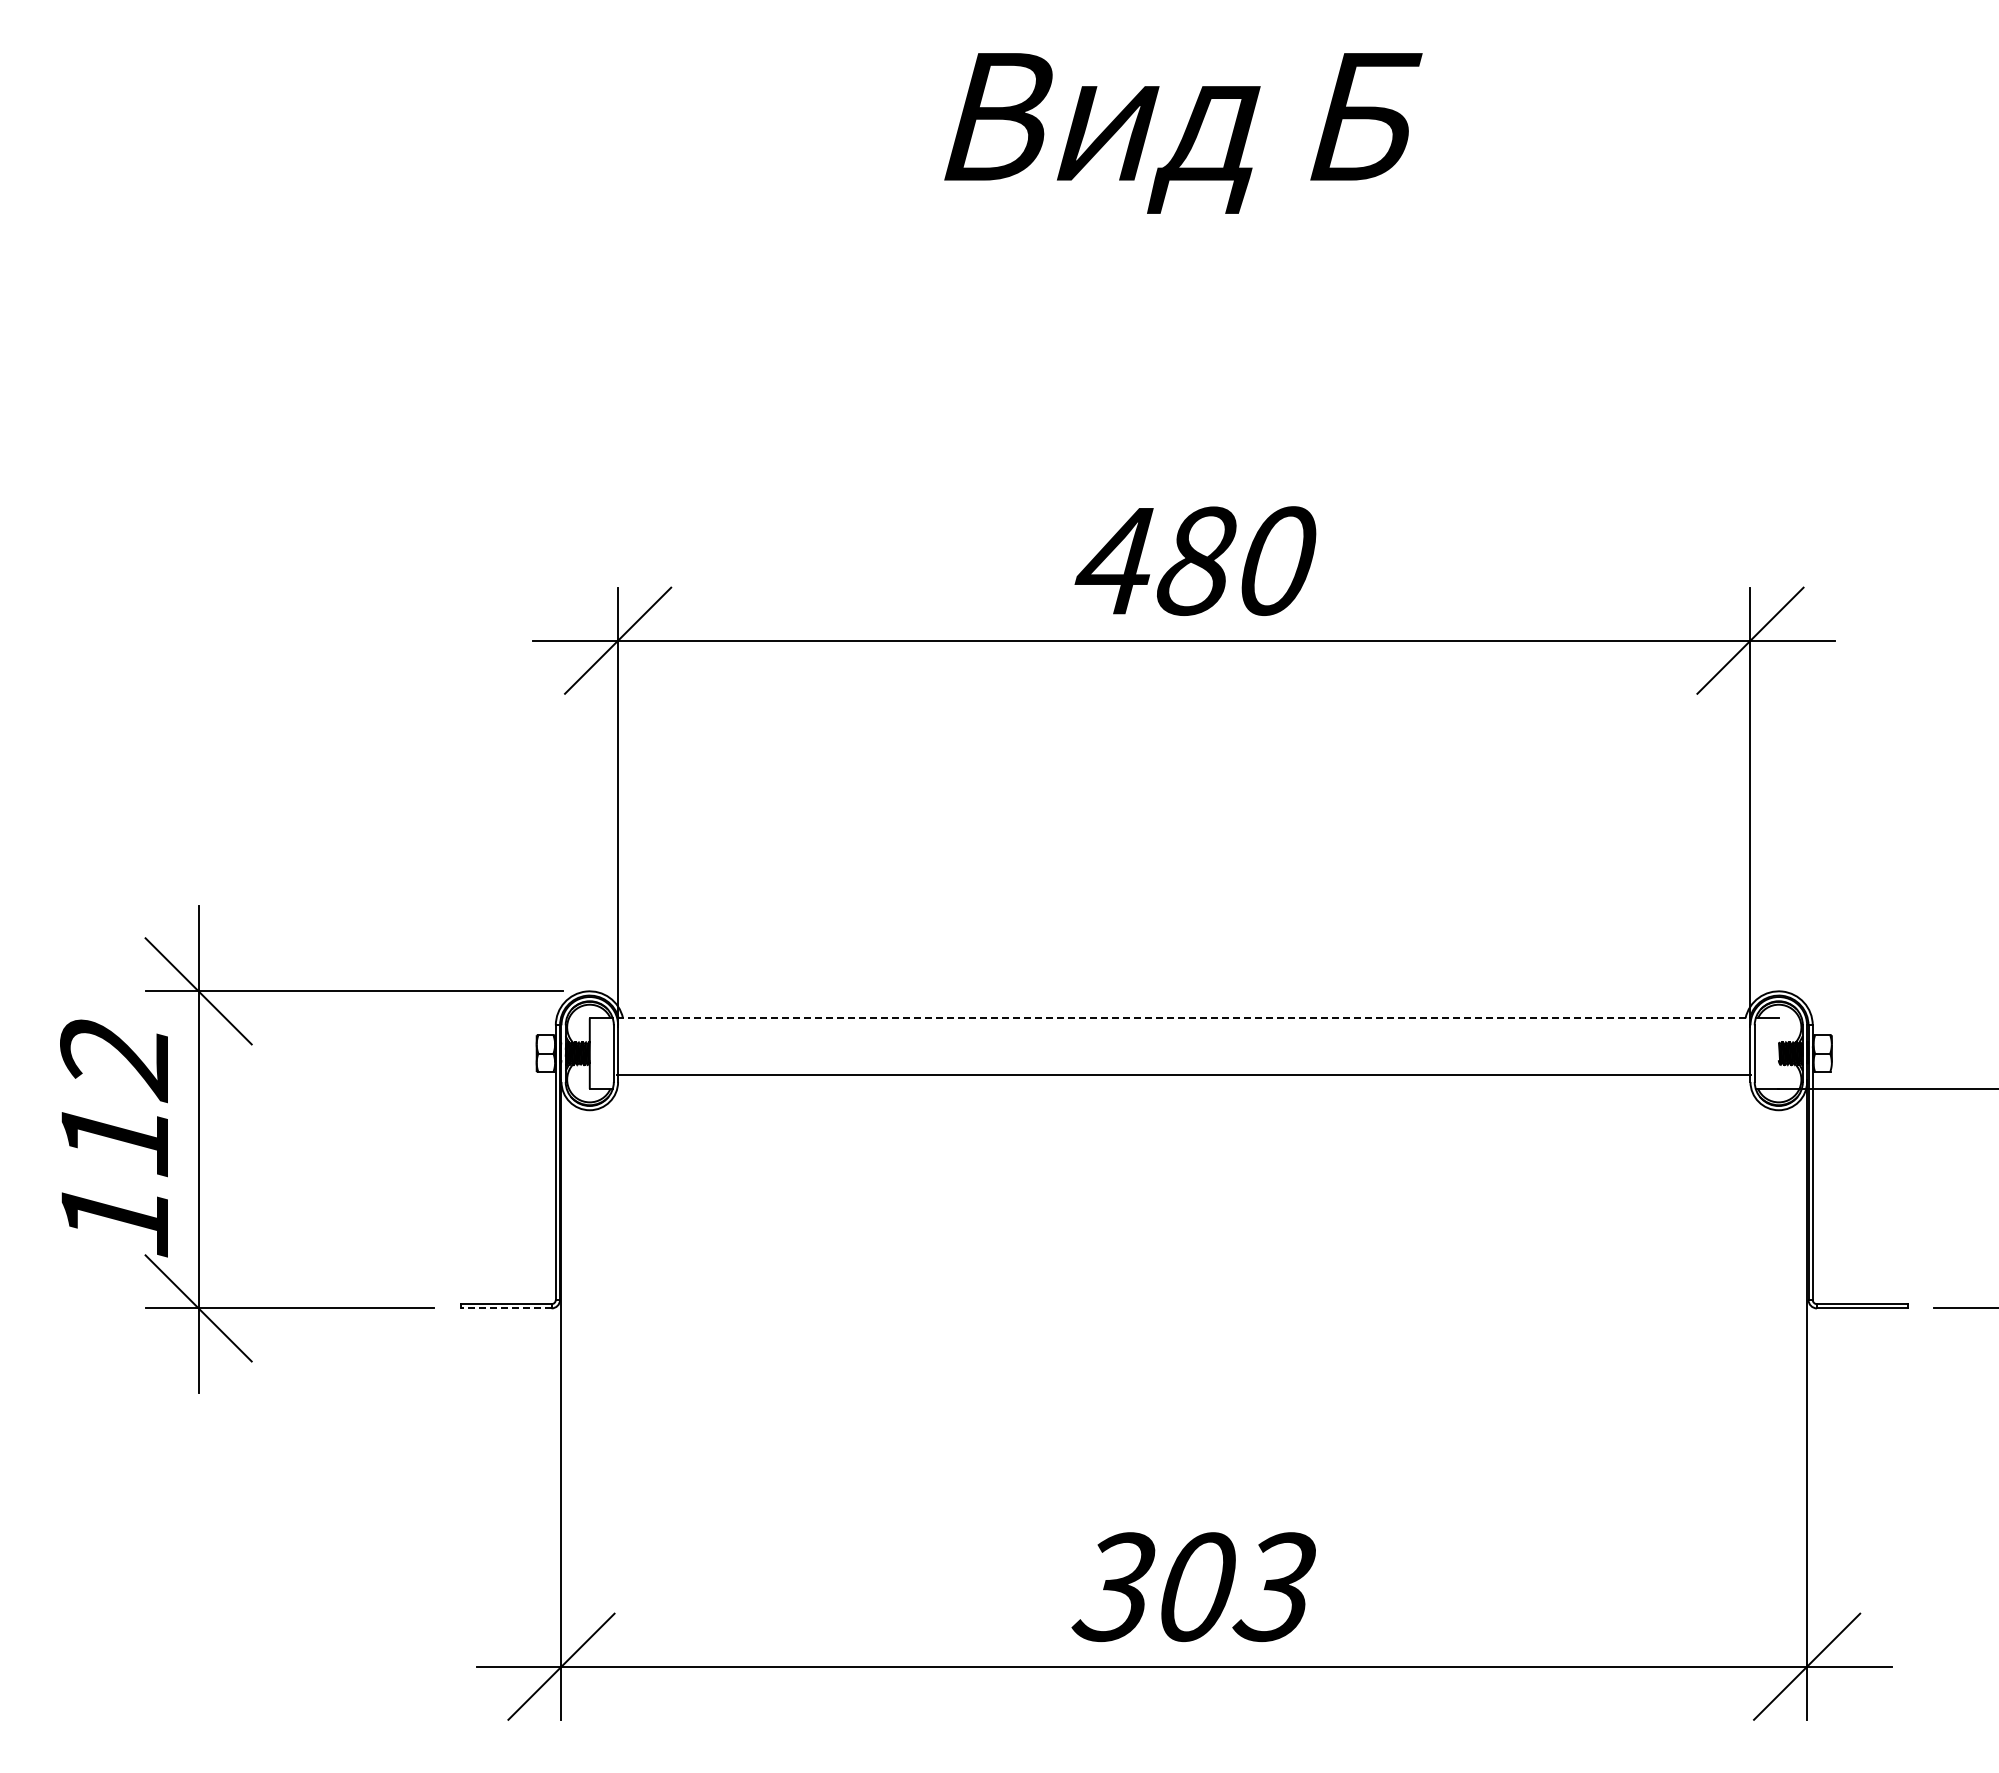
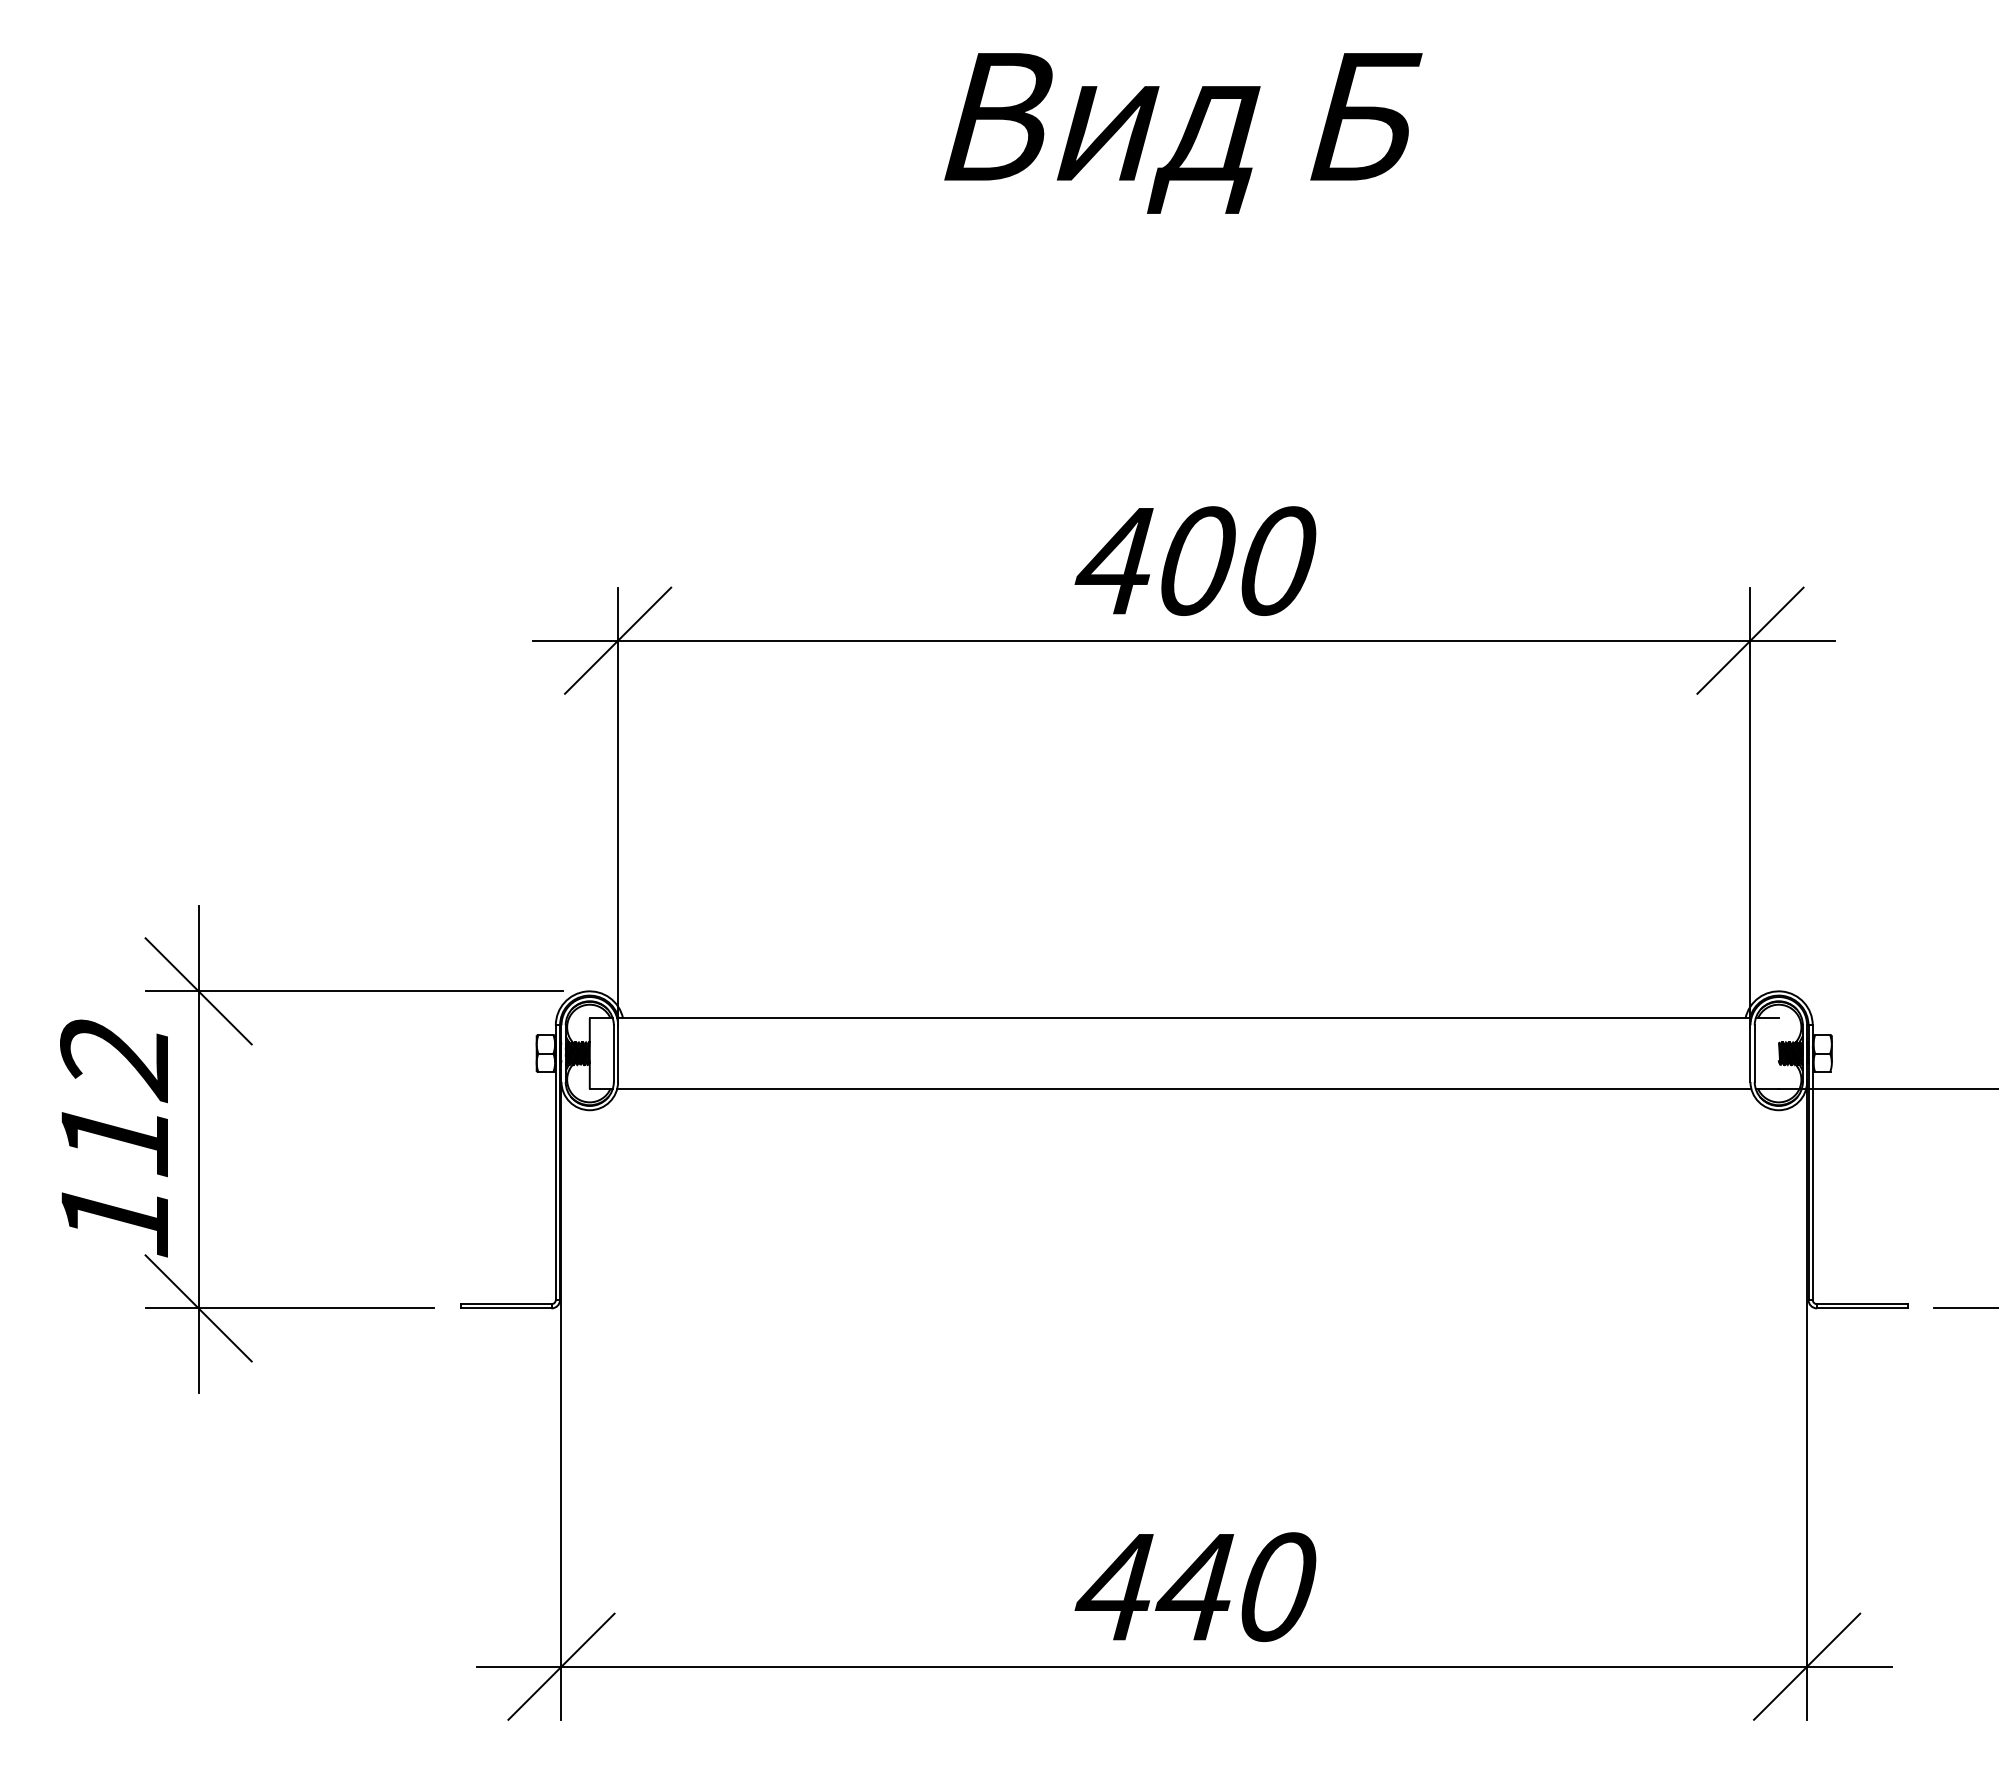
text at (1196, 560): 480 -> 400
line at (1184, 1018): dashed -> solid
line at (1184, 1075) position: (1184, 1075) -> (1184, 1089)
line at (505, 1308): dashed -> solid
text at (1193, 1587): 303 -> 440
